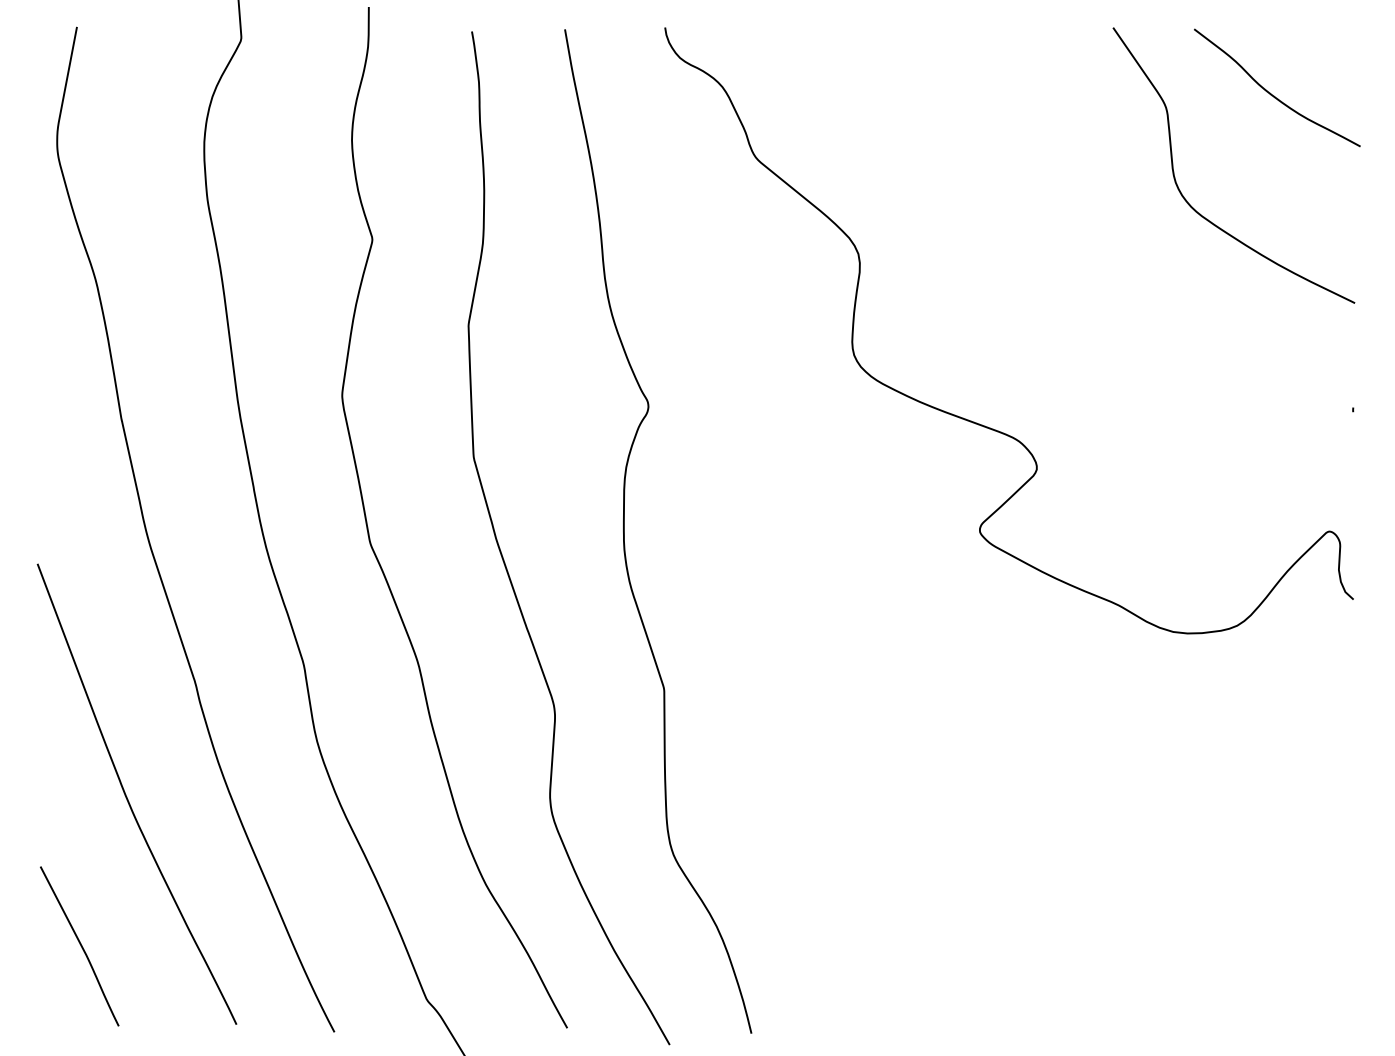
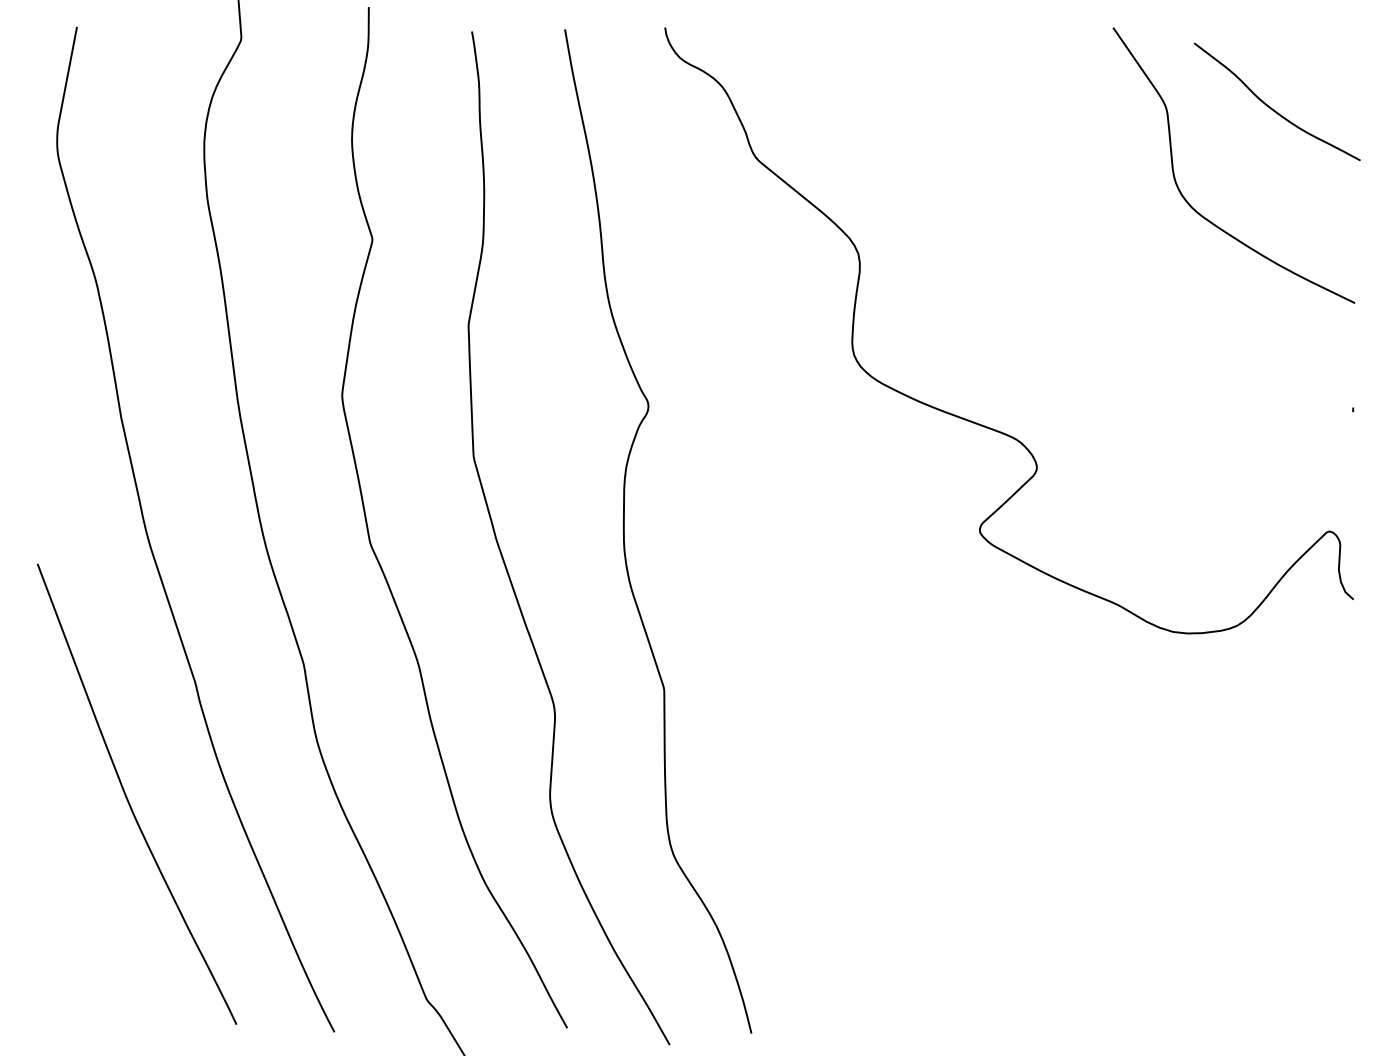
curve at (1271, 93) position: (1271, 93) -> (1271, 107)
curve at (80, 946): present -> none
